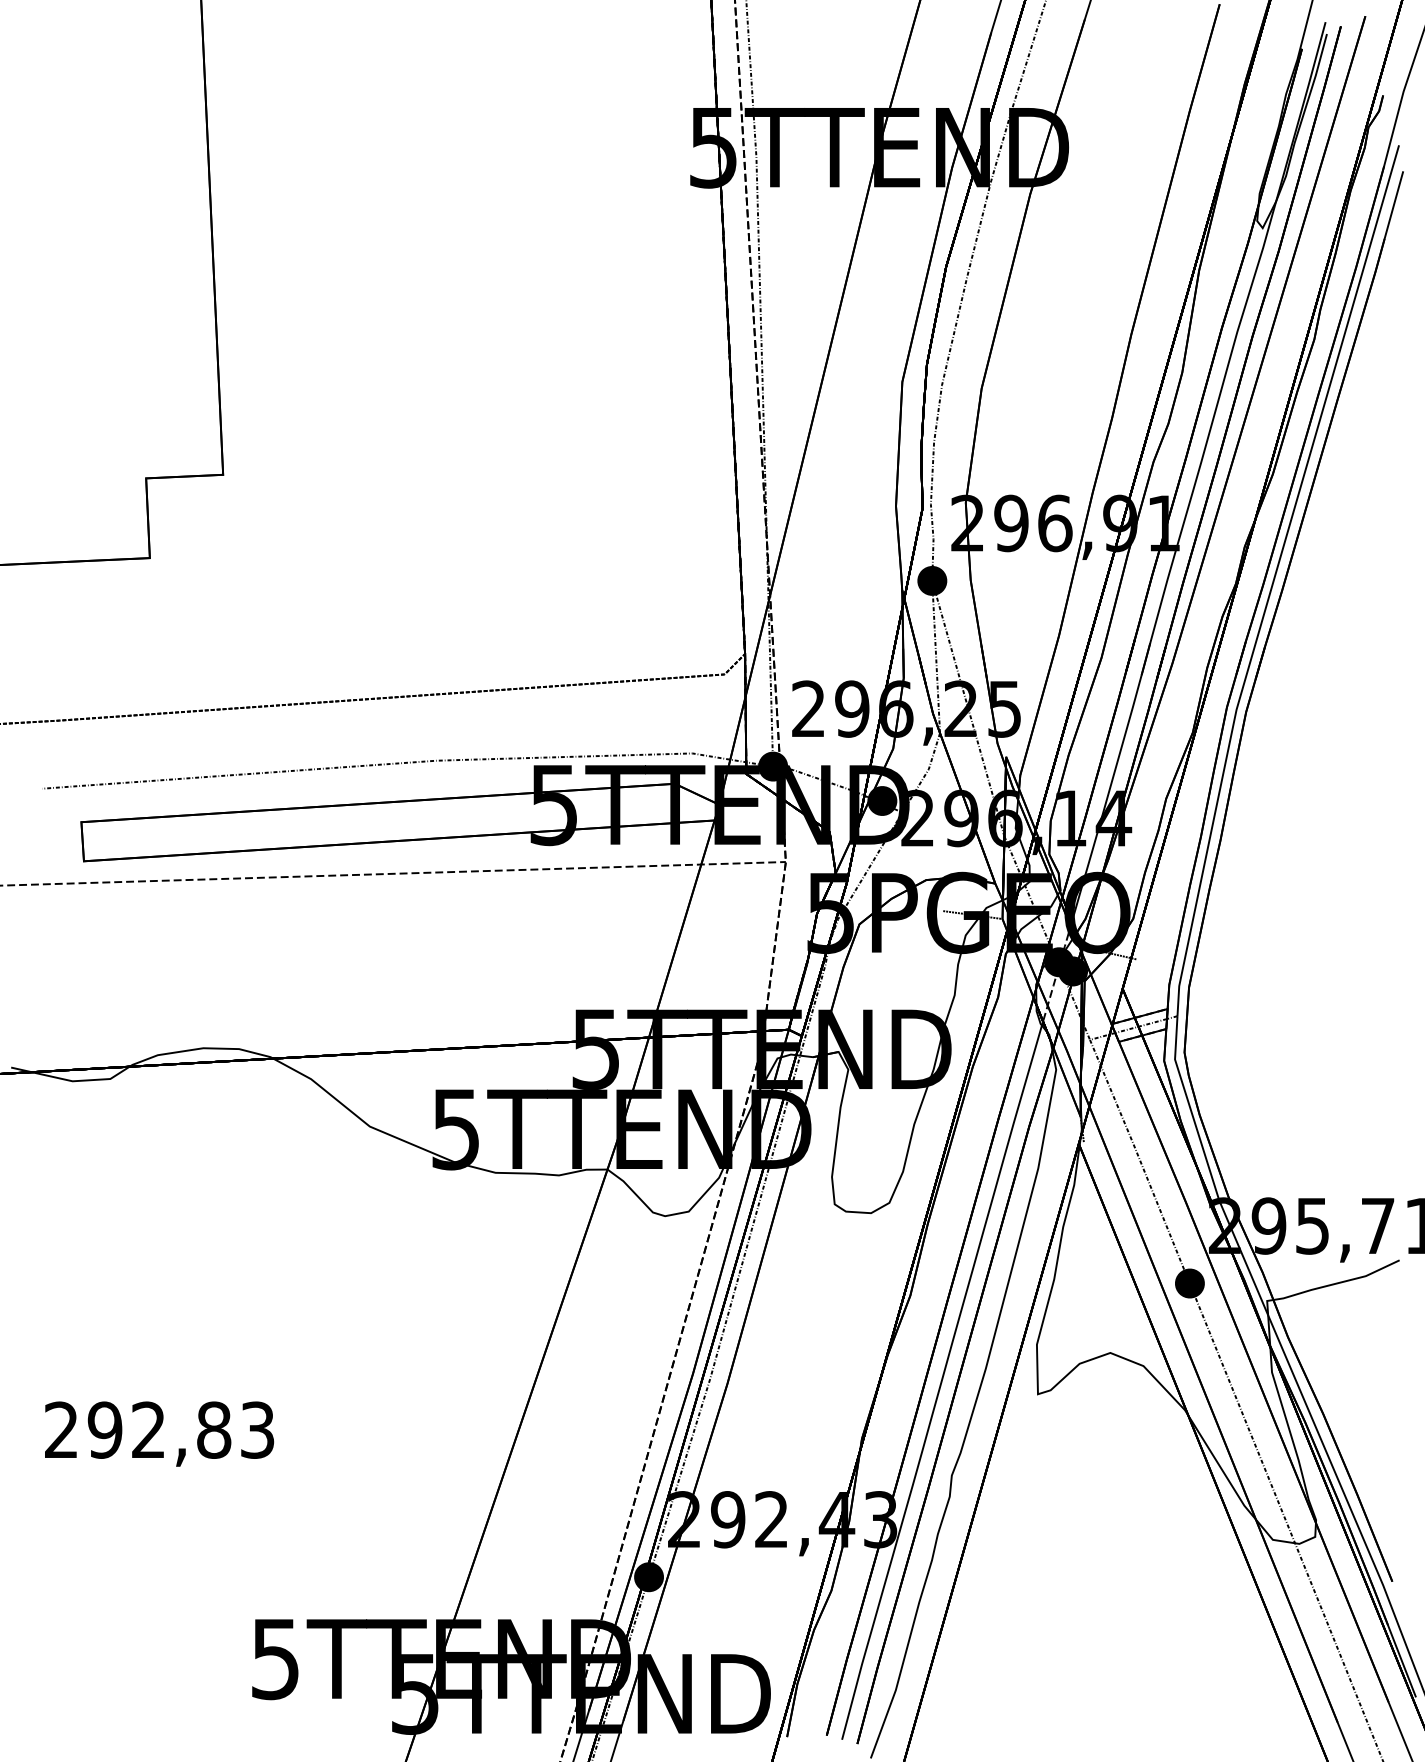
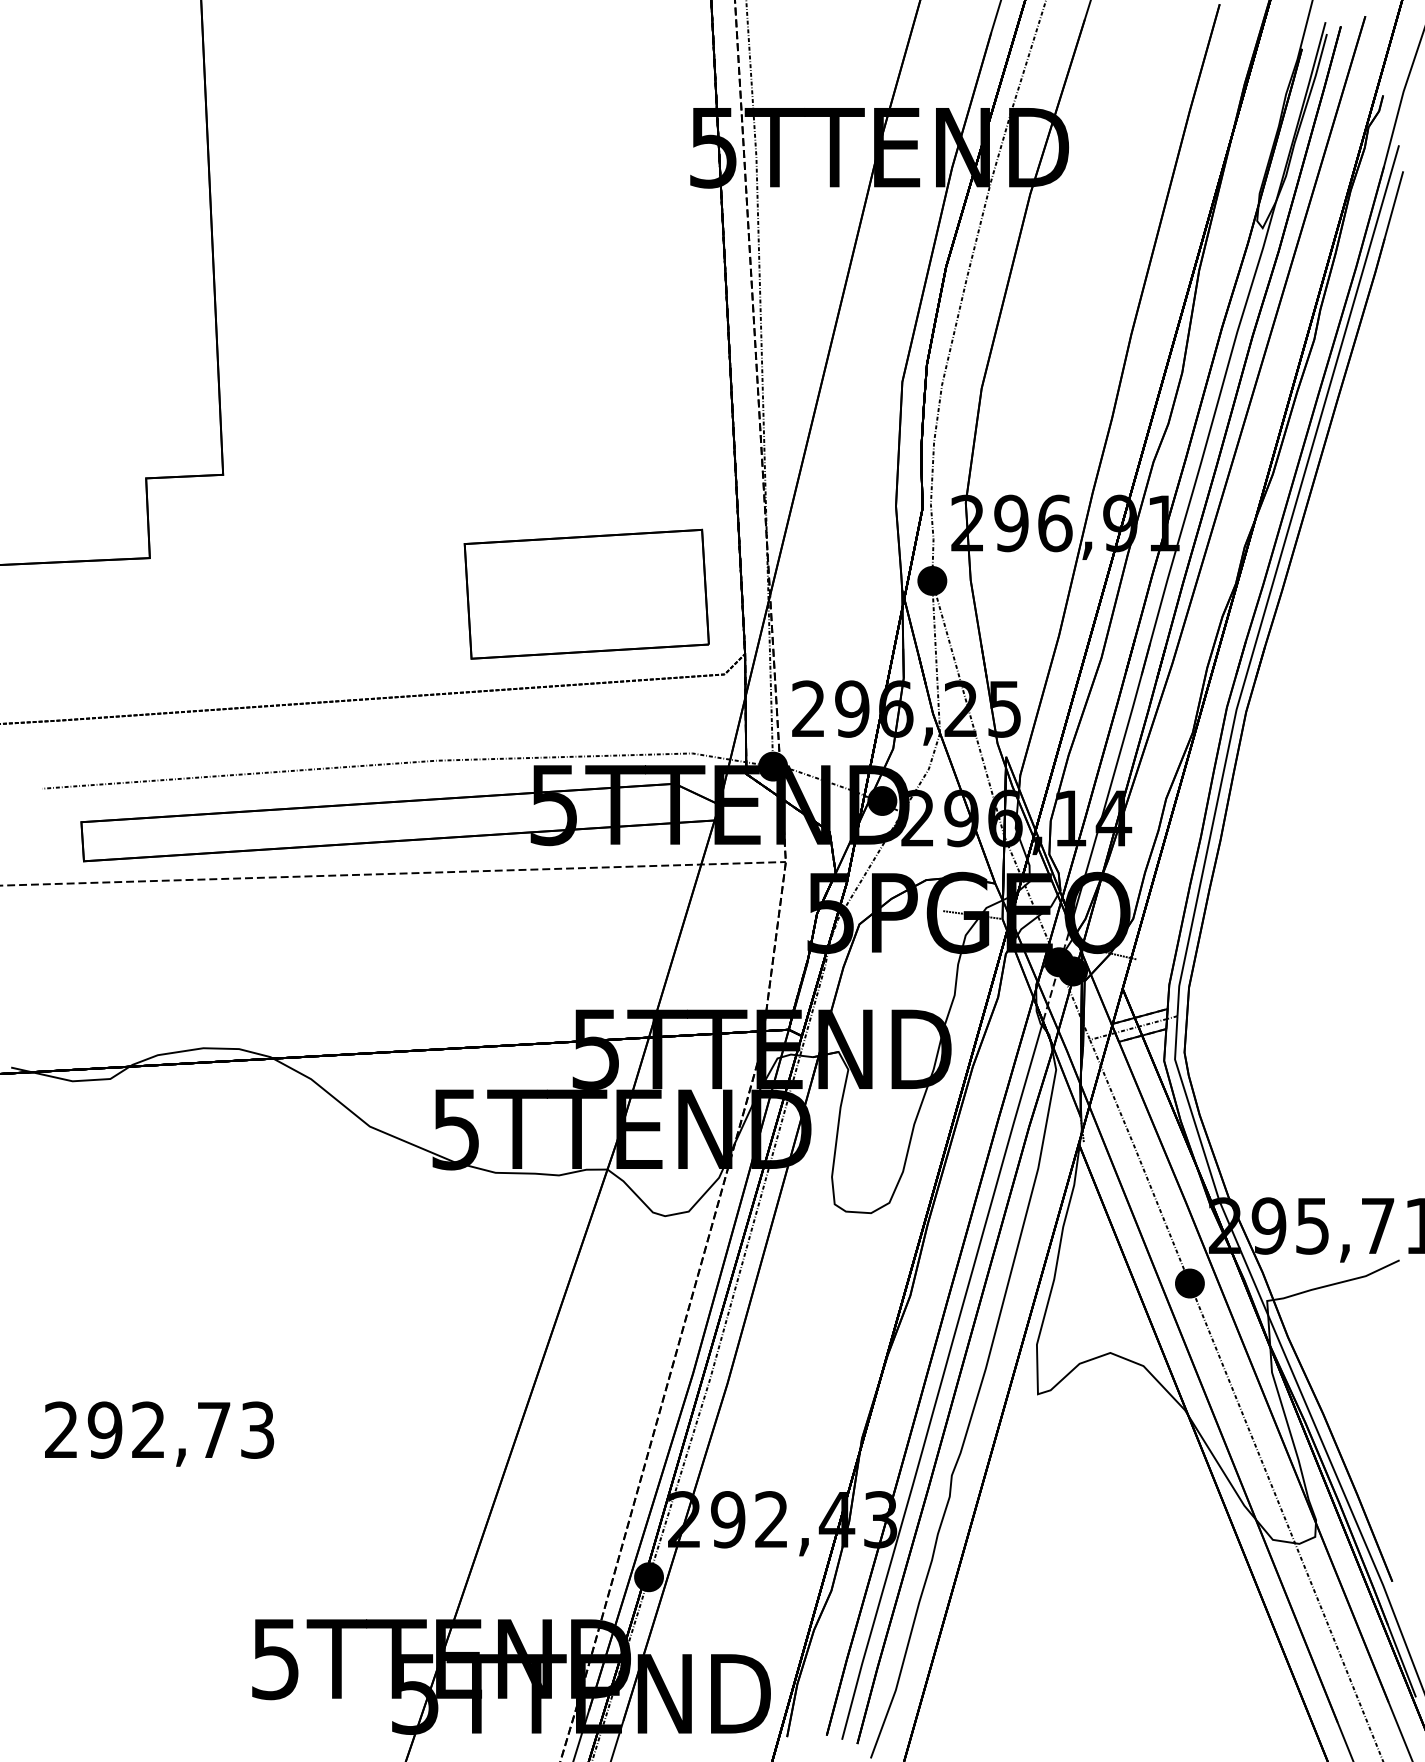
part at (586, 593): none -> present
text at (214, 1429): 292,83 -> 292,73
